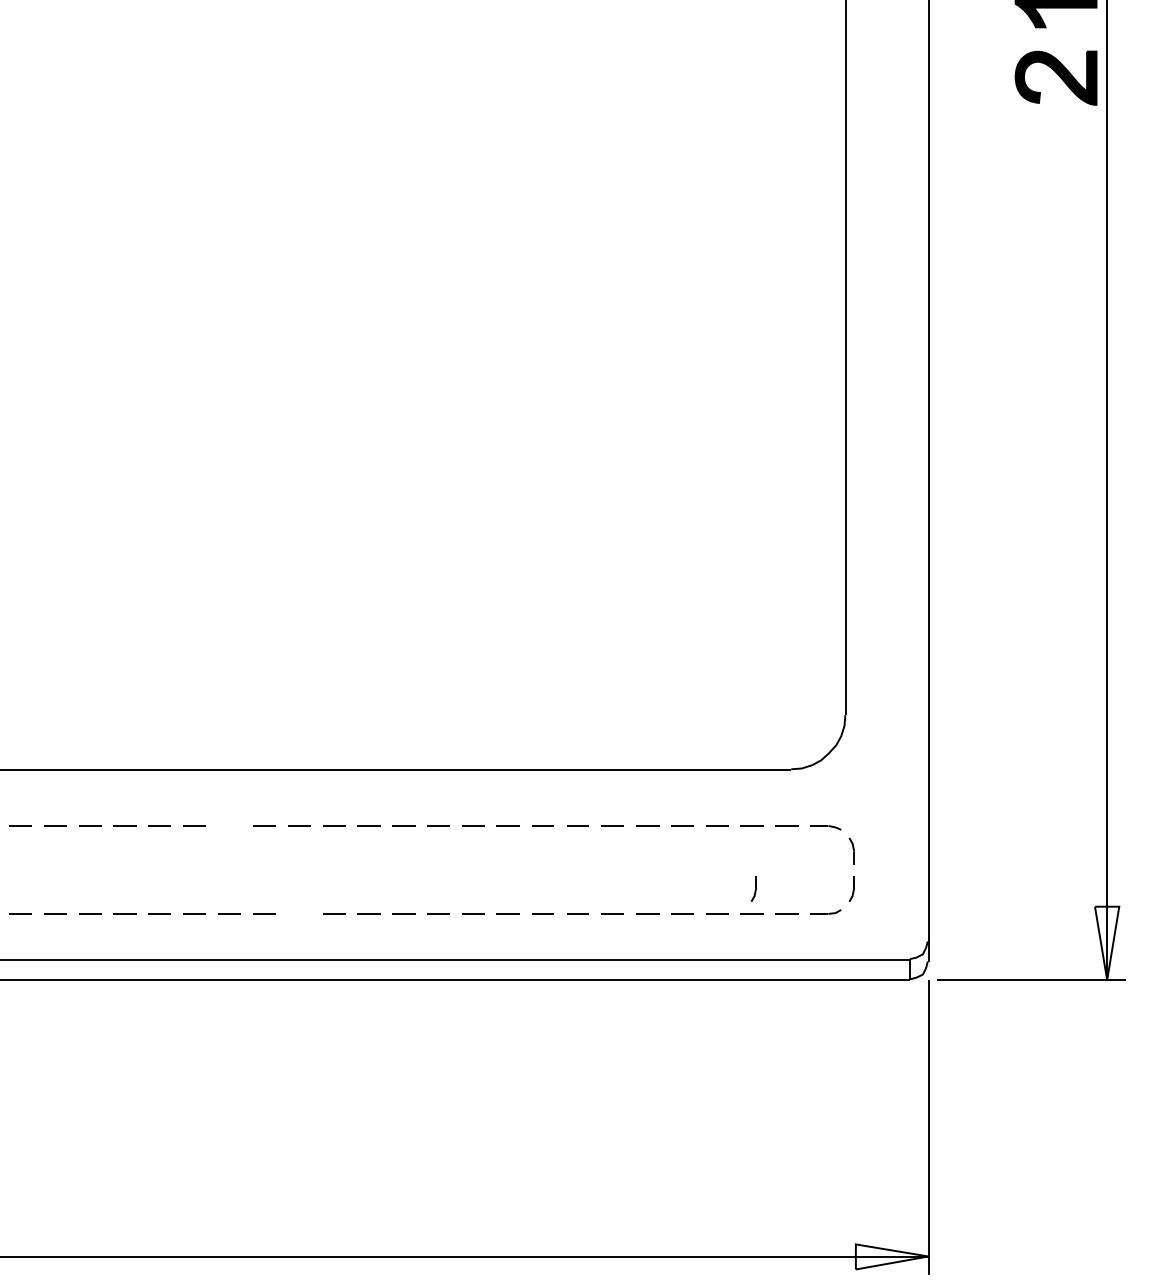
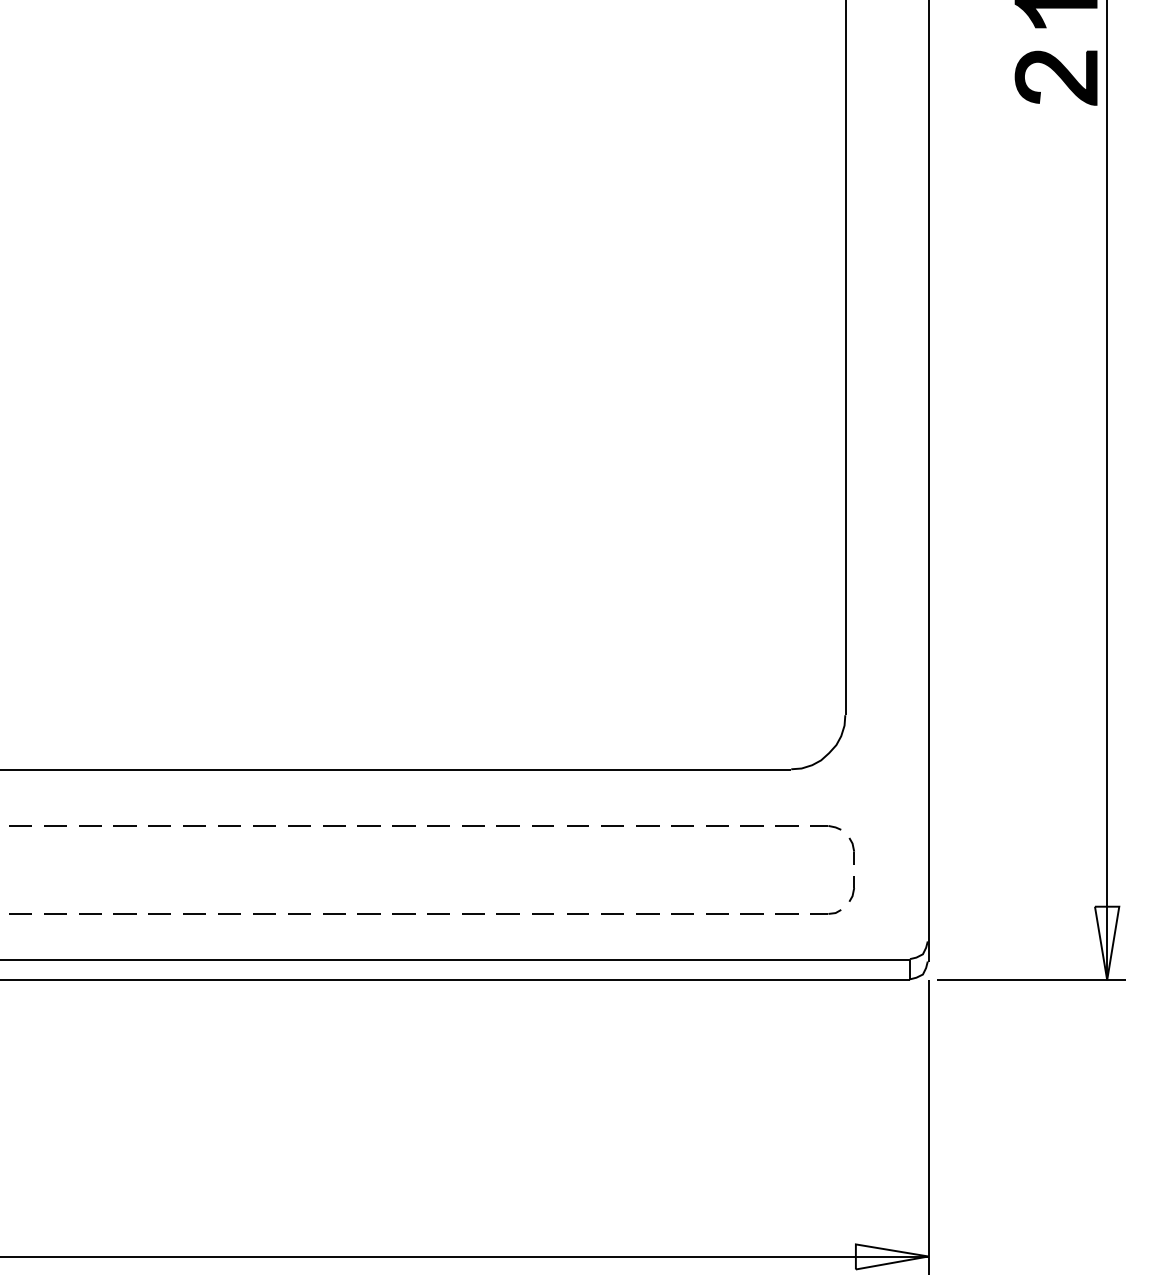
line at (229, 825): none -> present
part at (753, 888): present -> none
line at (299, 913): none -> present
